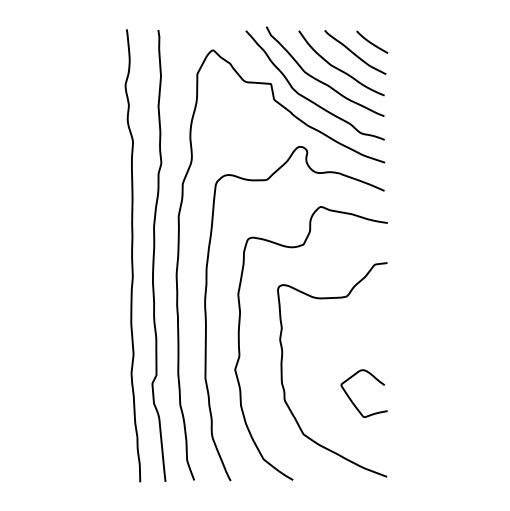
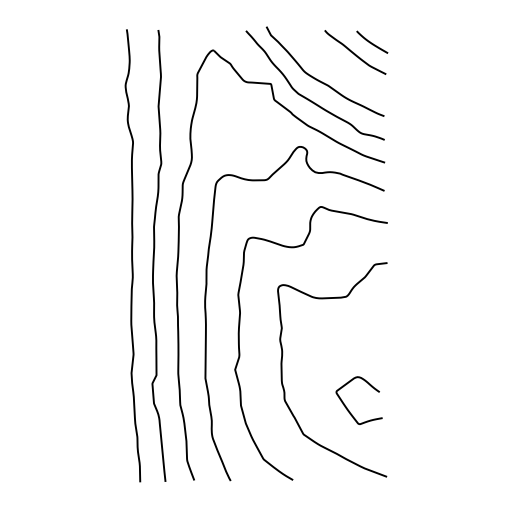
curve at (339, 68): present -> none
curve at (352, 400) position: (352, 400) -> (347, 407)
